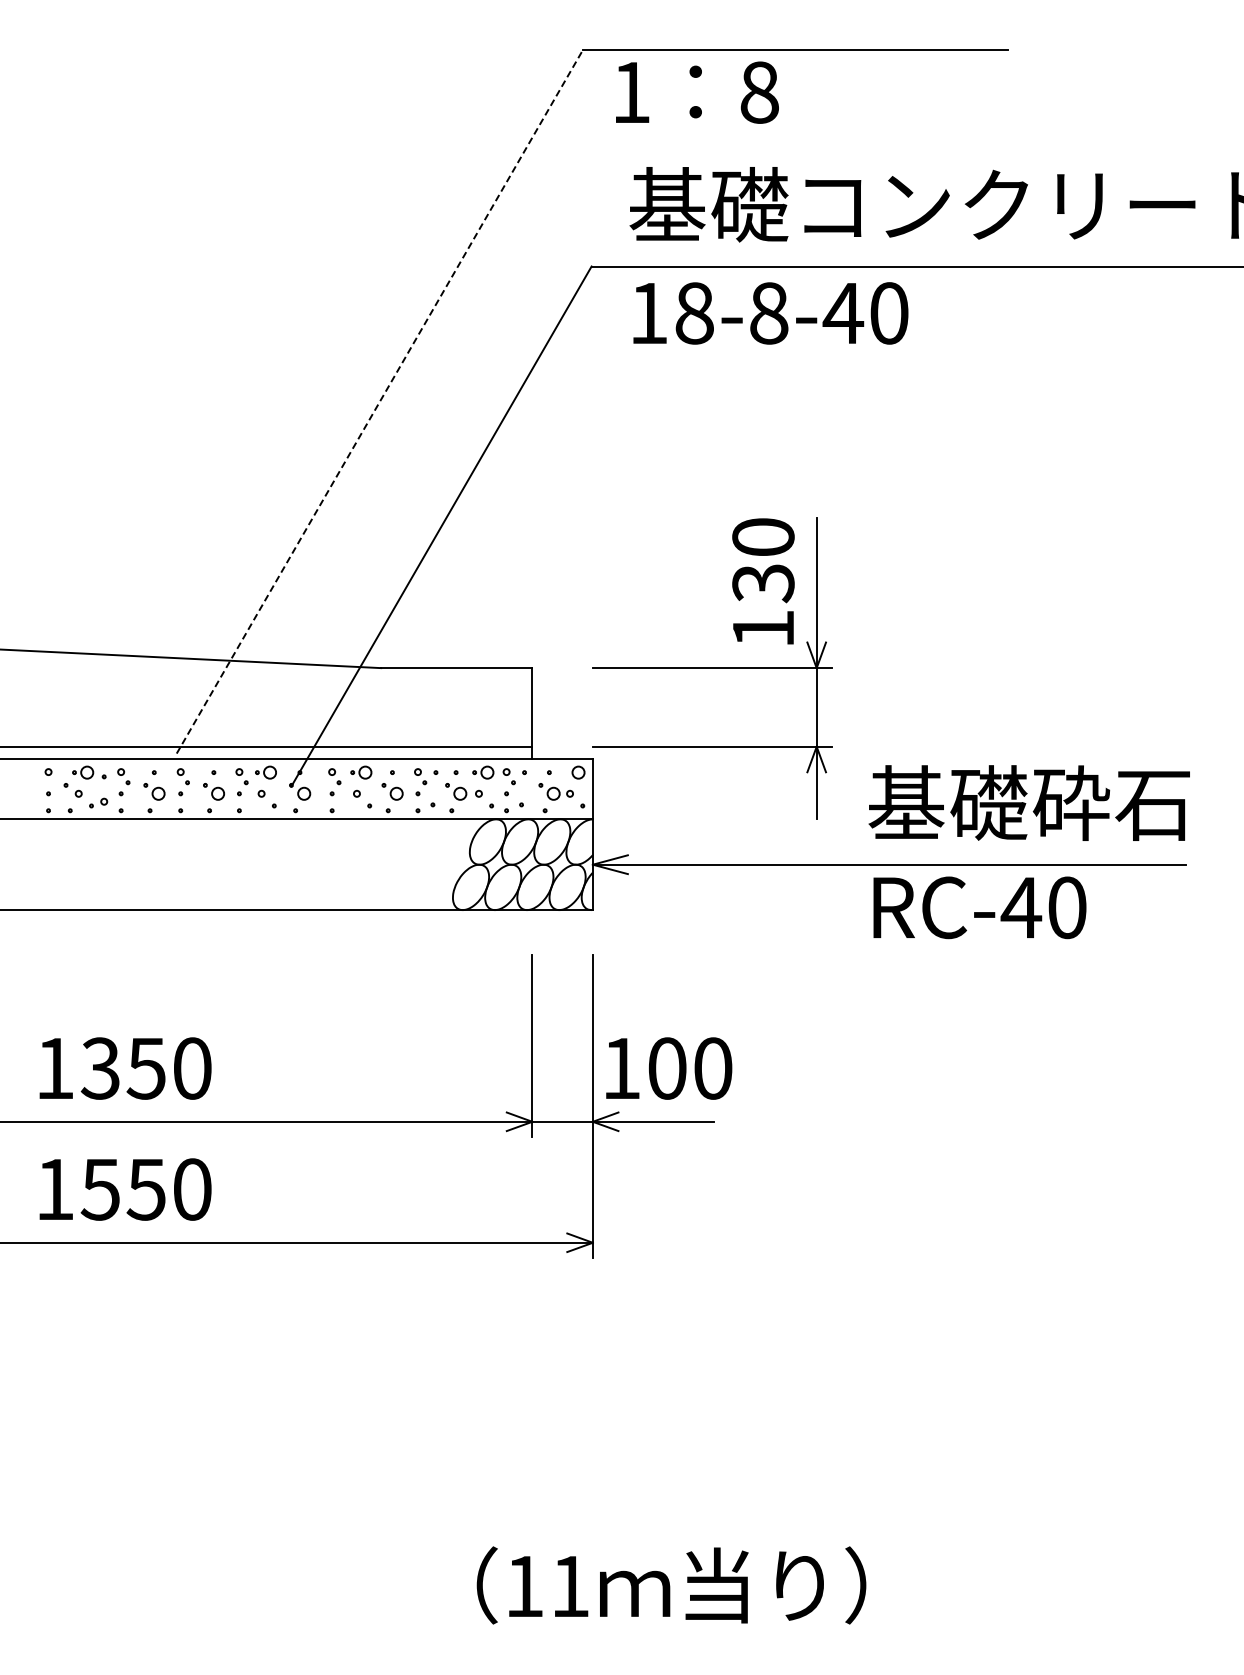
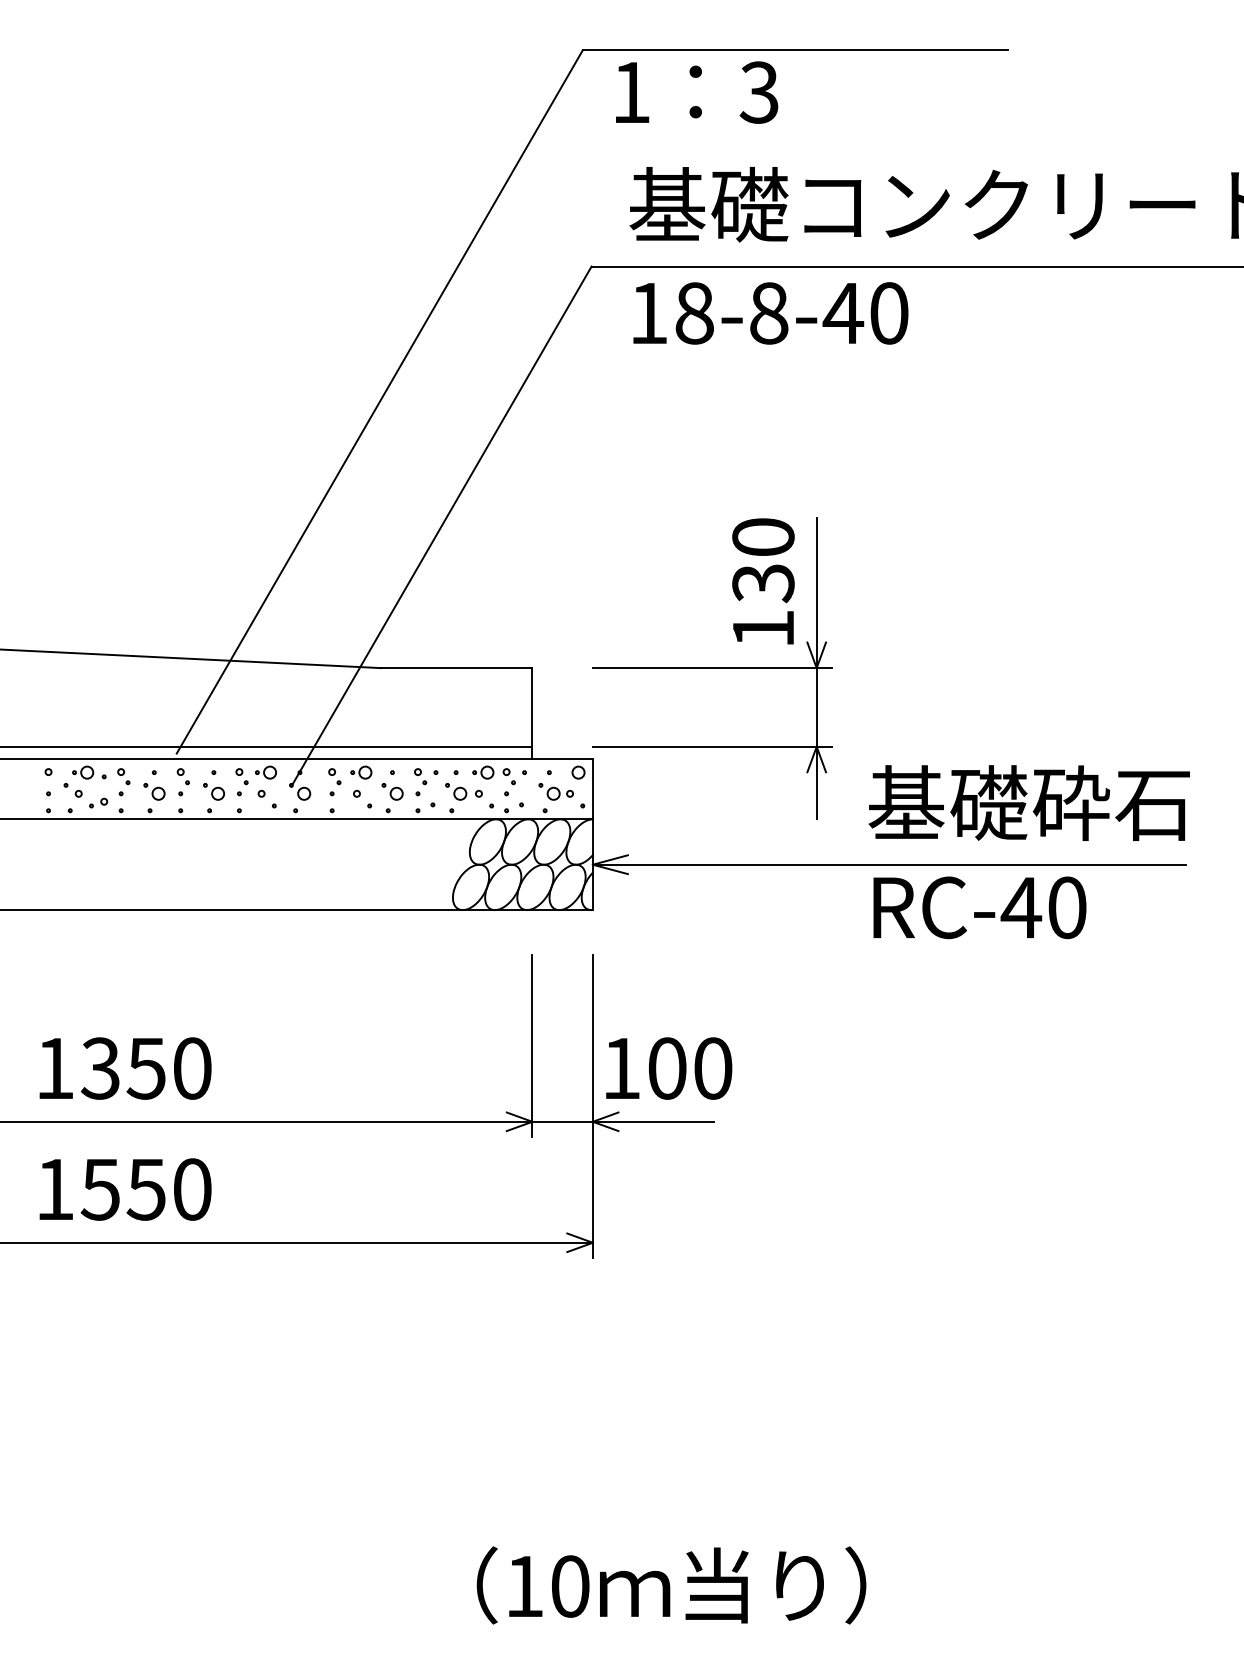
text at (758, 92): 8 -> 3
line at (380, 401): dashed -> solid
text at (570, 1586): 11 -> 10
